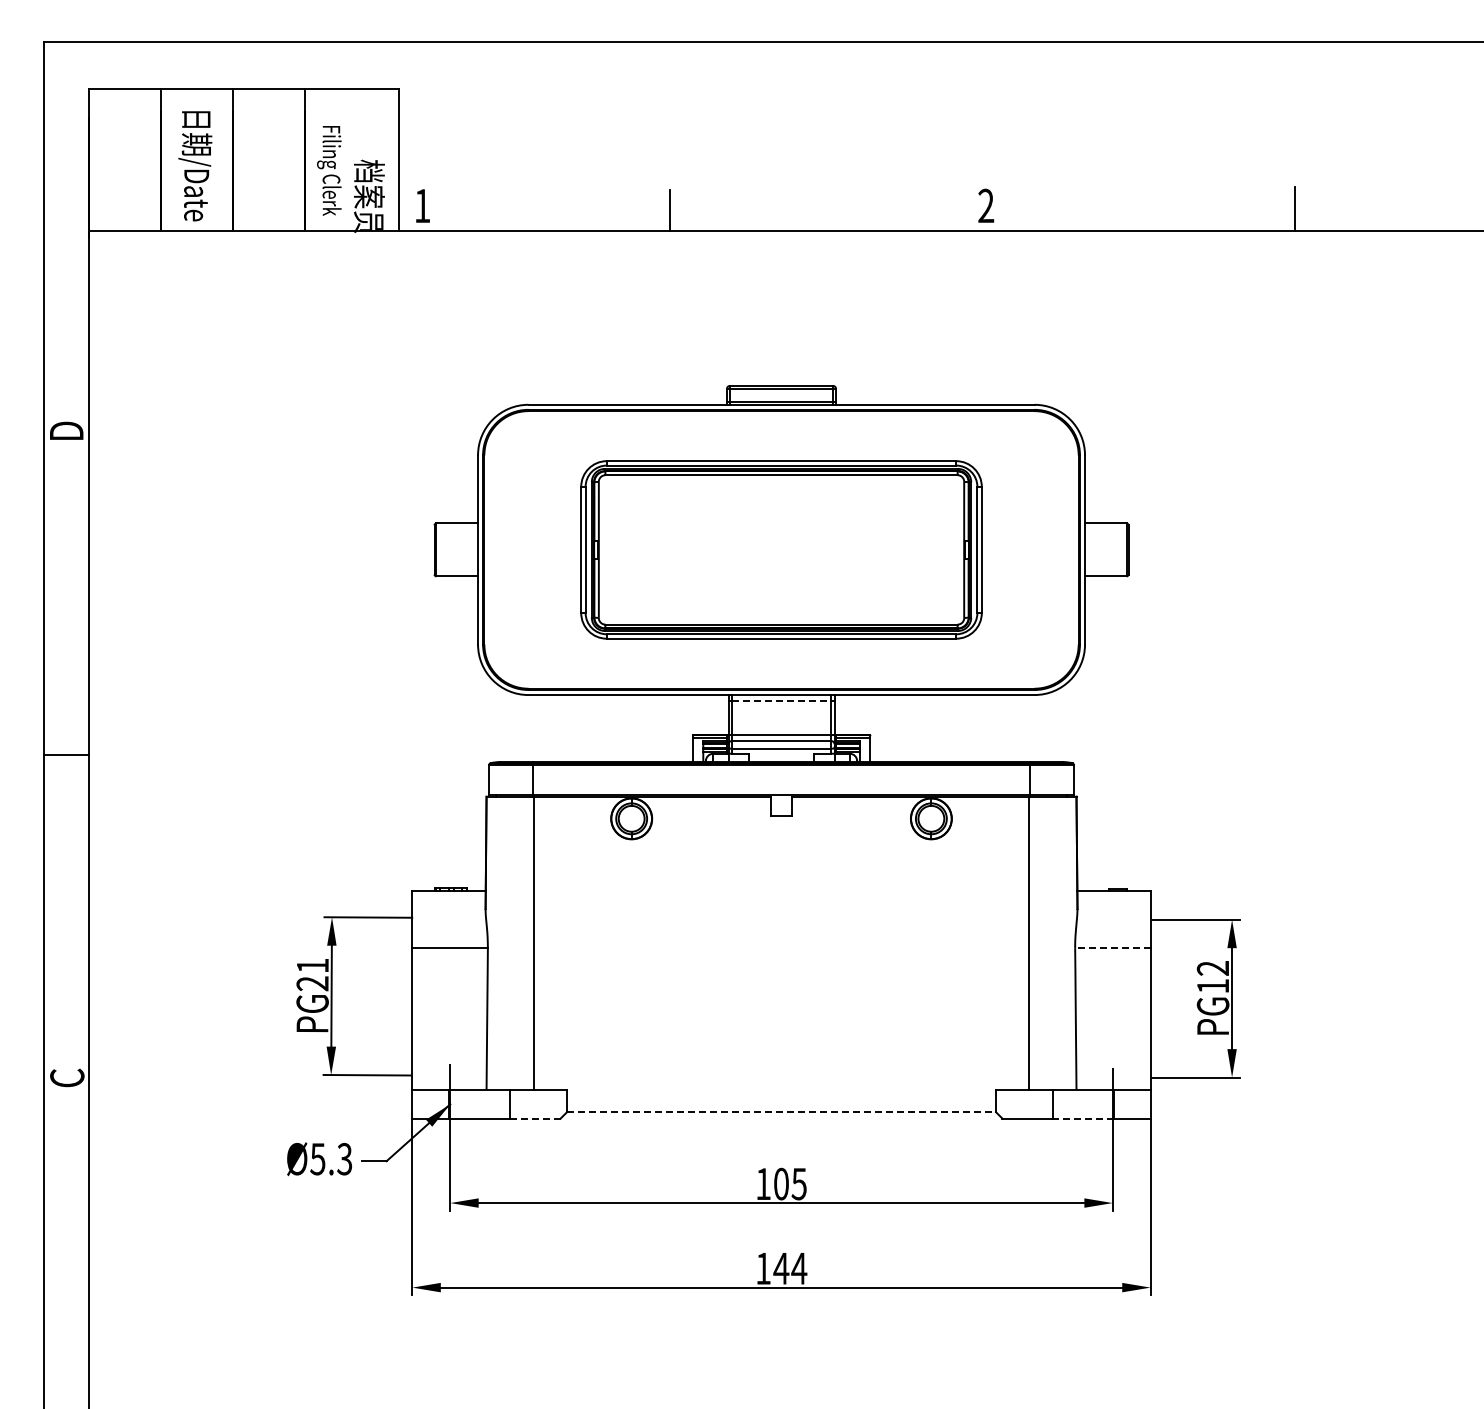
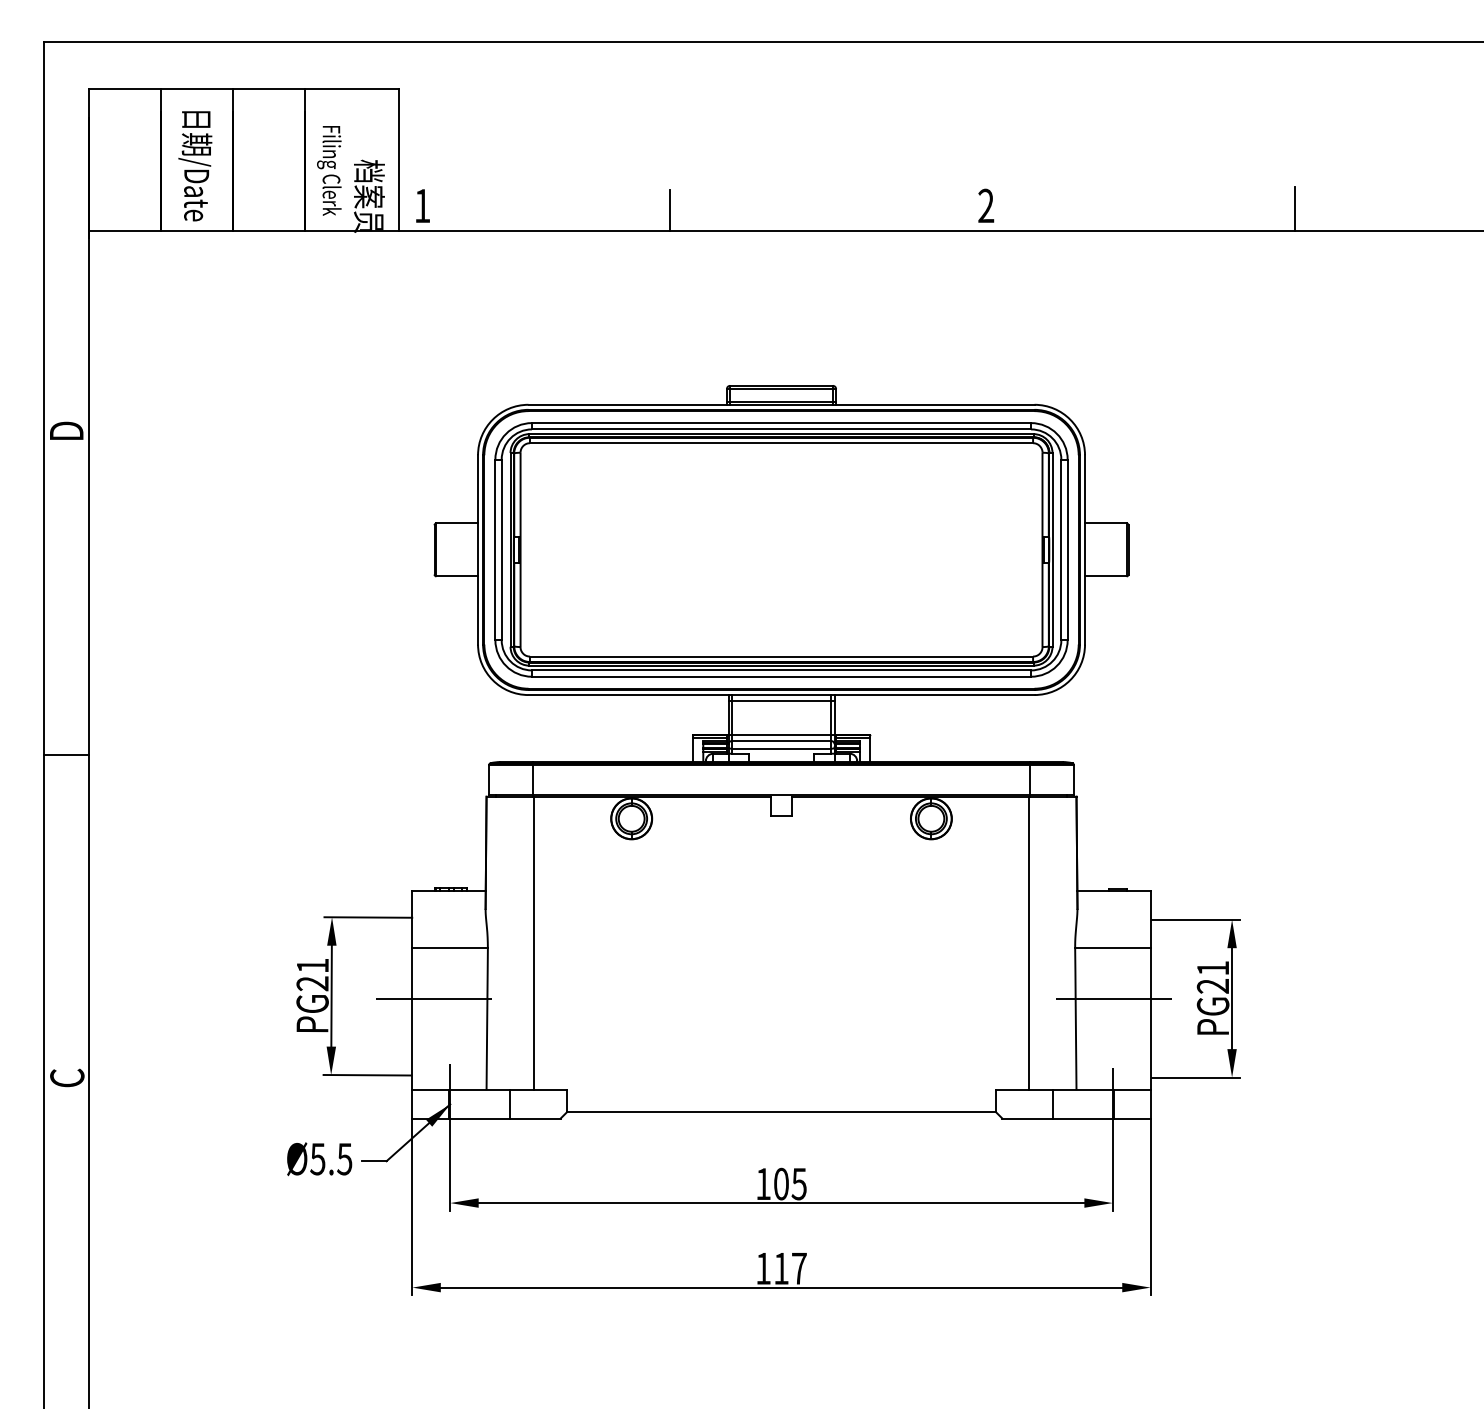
part at (781, 549) size: 403x180 px -> 575x256 px
line at (781, 701): dashed -> solid
line at (1112, 948): dashed -> solid
text at (1212, 977): PG12 -> PG21
line at (433, 998): none -> present
line at (1113, 998): none -> present
line at (781, 1112): dashed -> solid
line at (535, 1118): dashed -> solid
line at (1083, 1118): dashed -> solid
text at (344, 1159): Ø5.3 -> Ø5.5
text at (790, 1268): 144 -> 117
